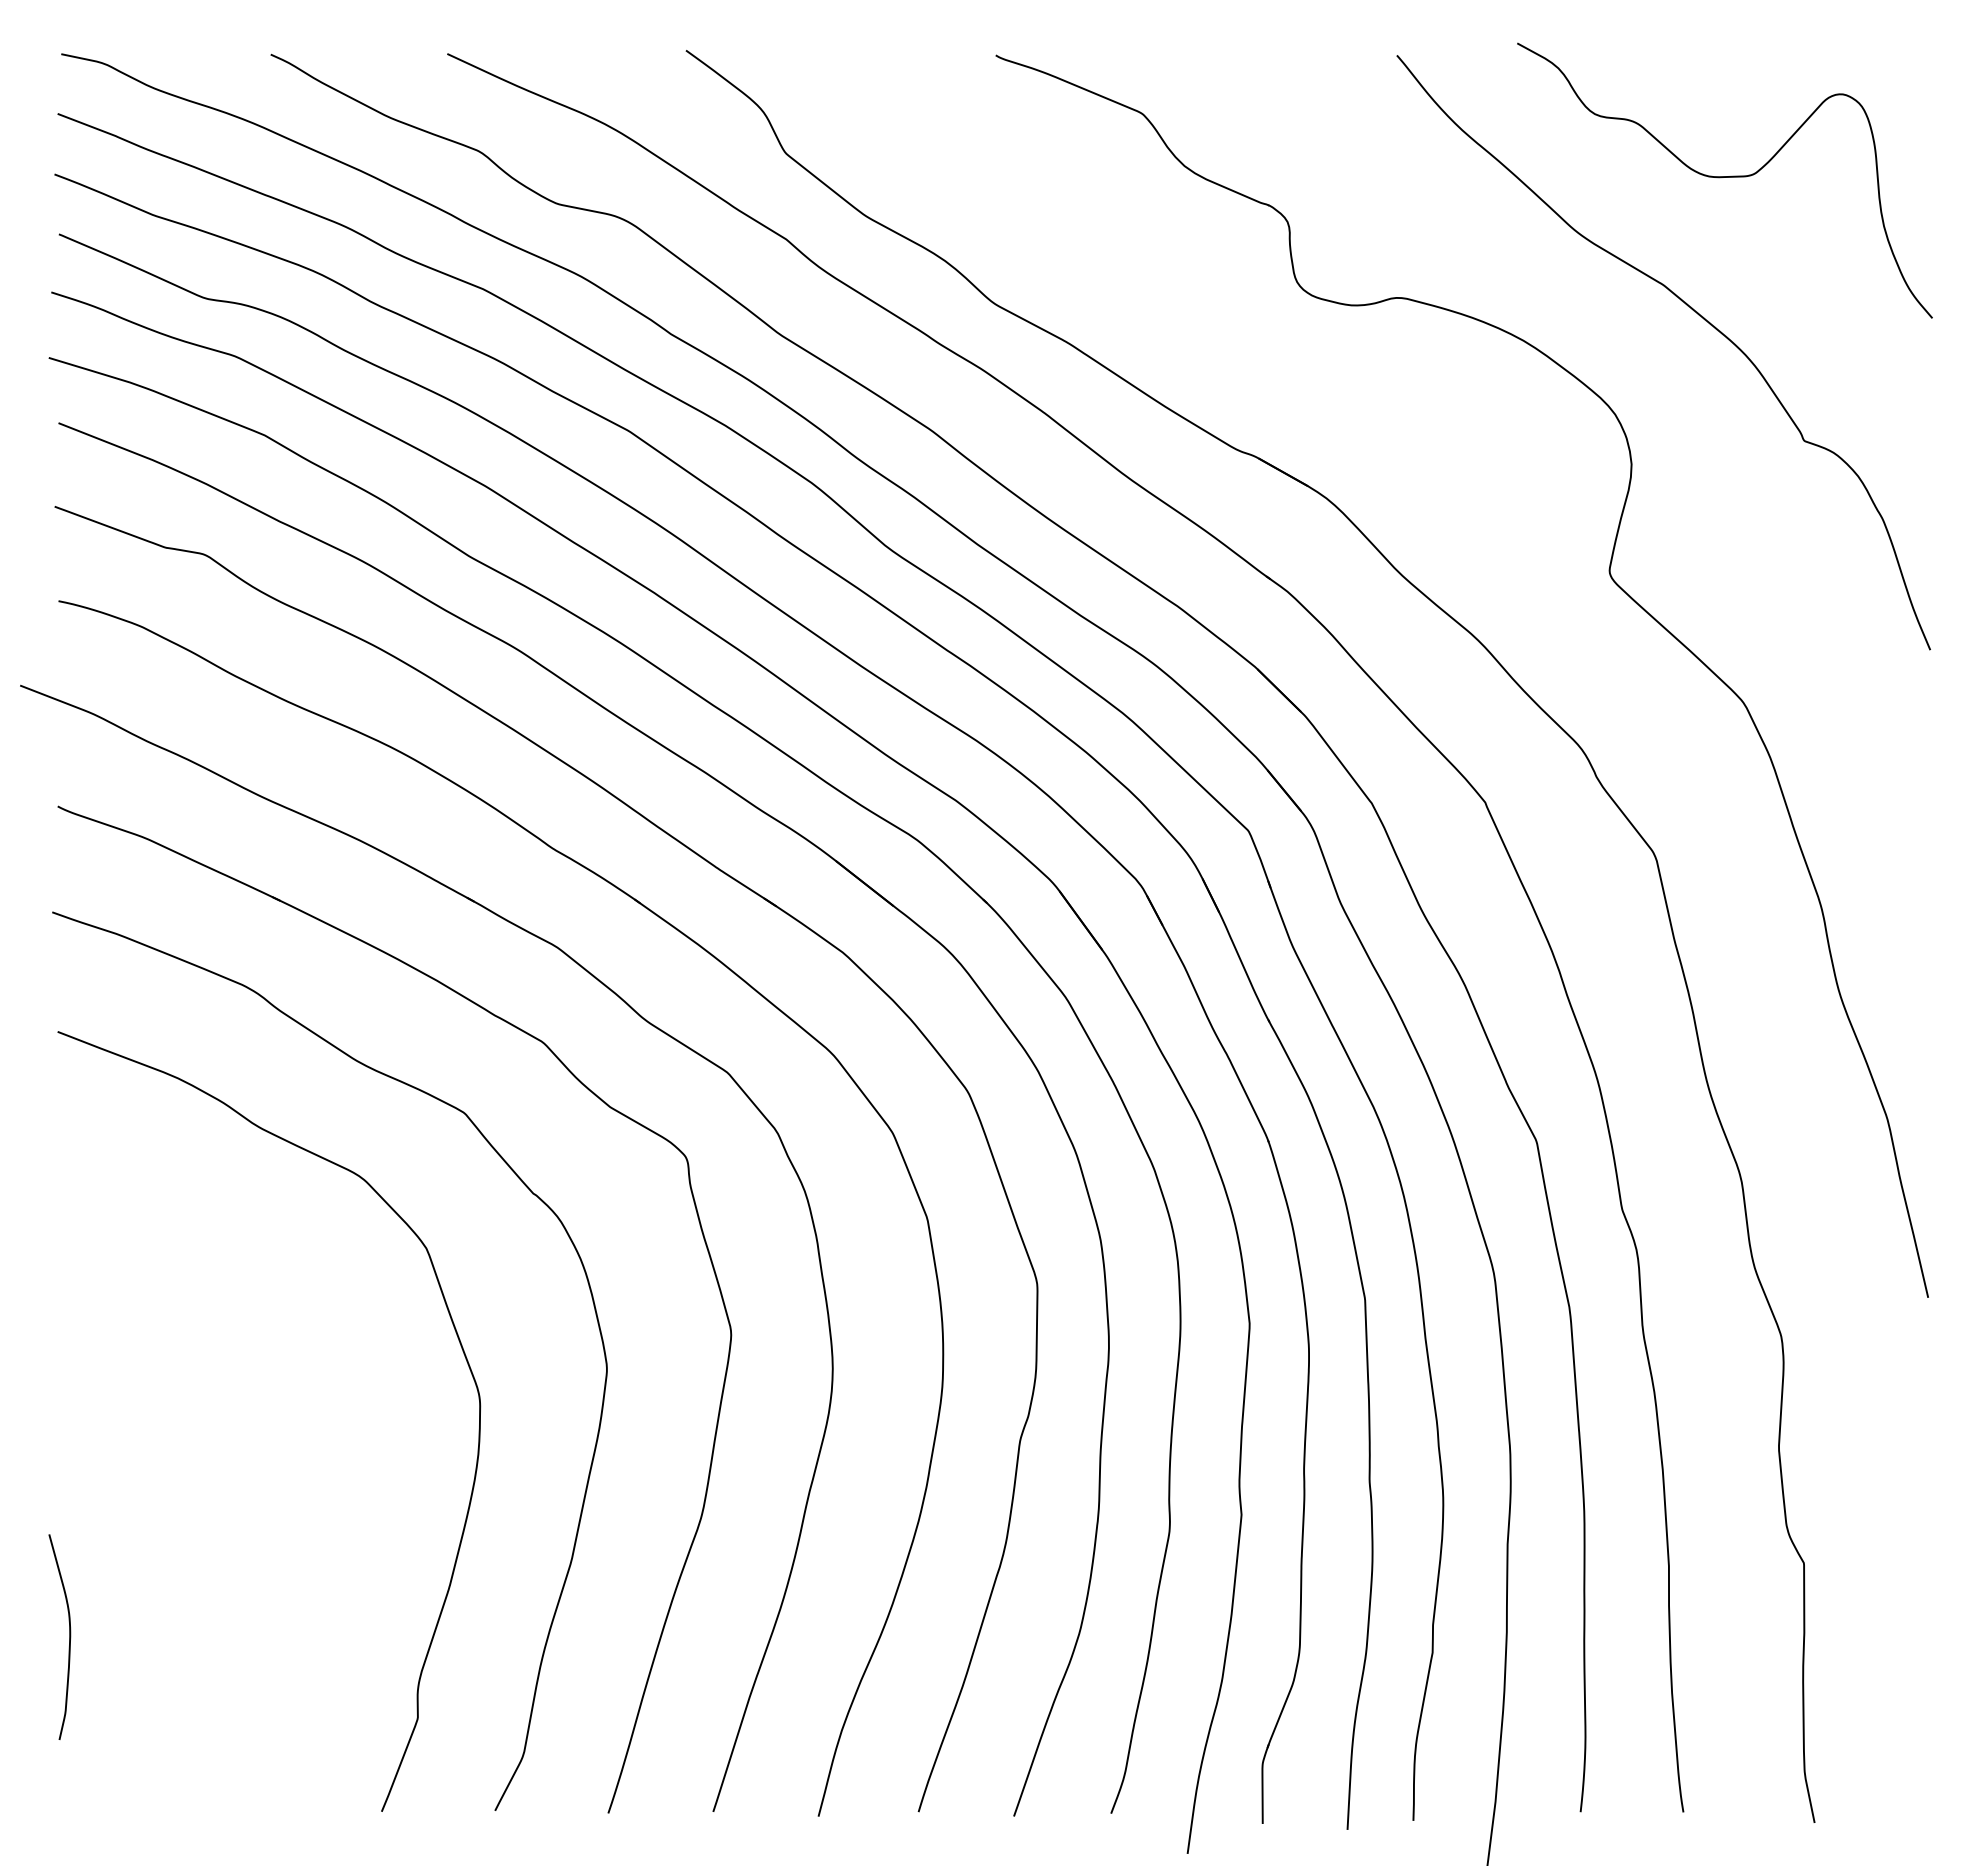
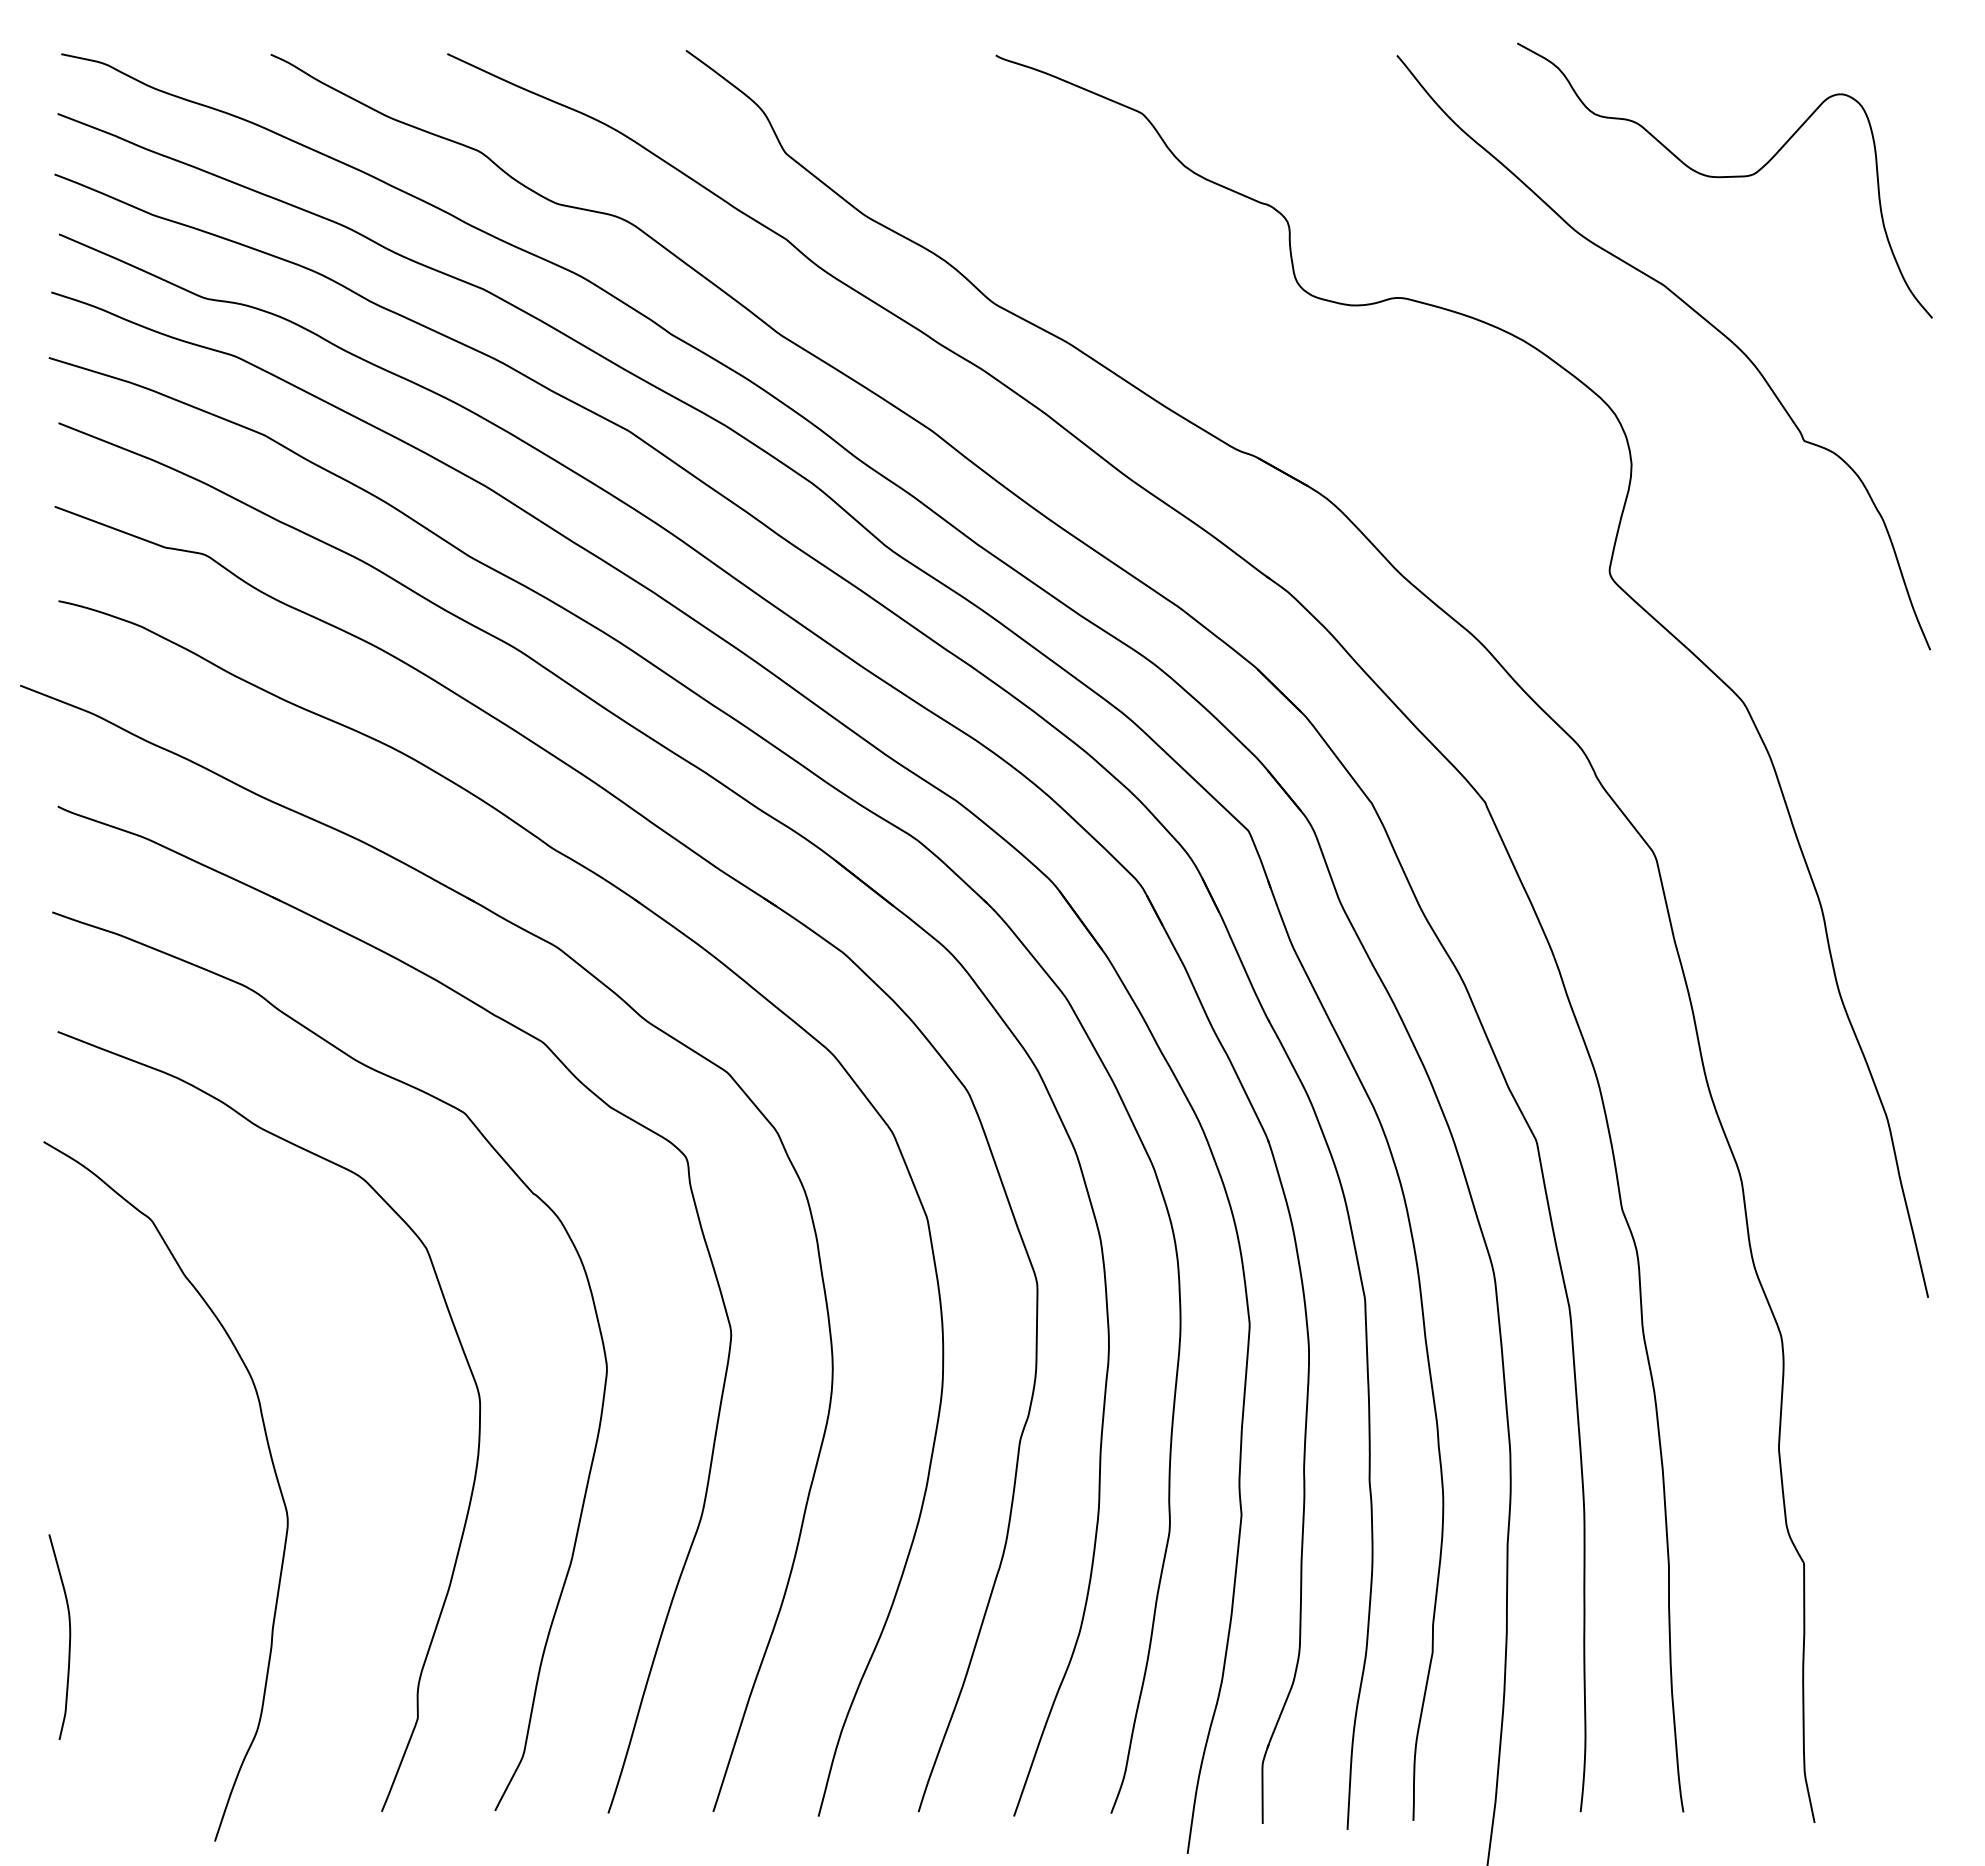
curve at (272, 1466): none -> present
